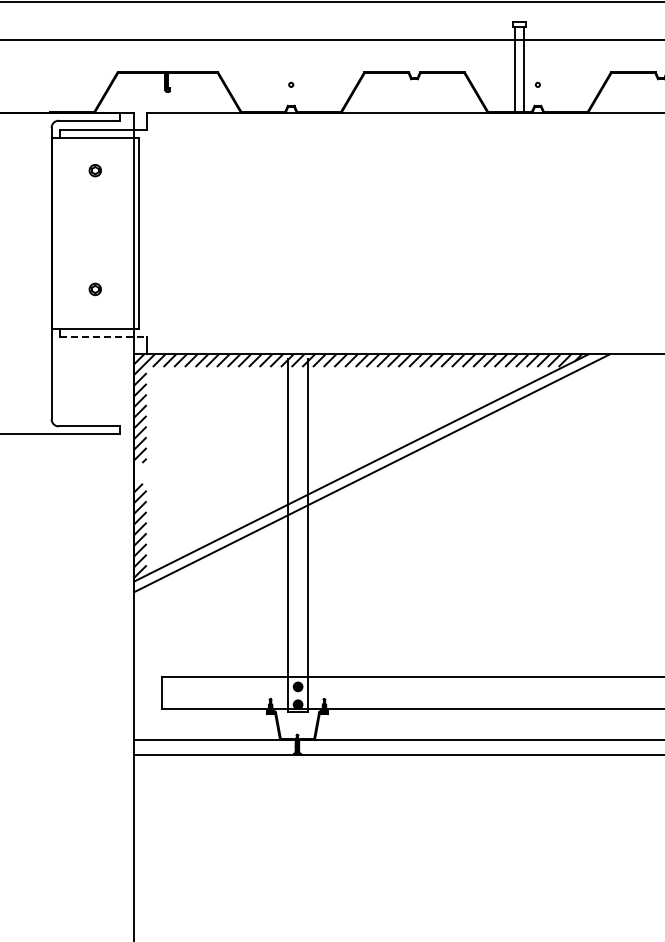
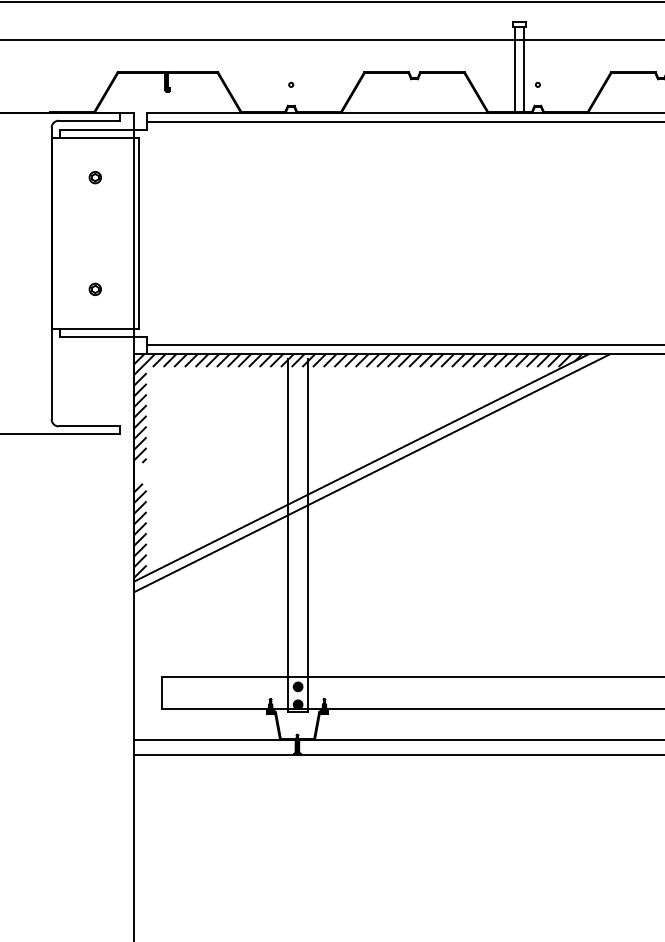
line at (403, 122): none -> present
part at (94, 170) position: (94, 170) -> (94, 177)
line at (103, 336): dashed -> solid
line at (403, 344): none -> present
